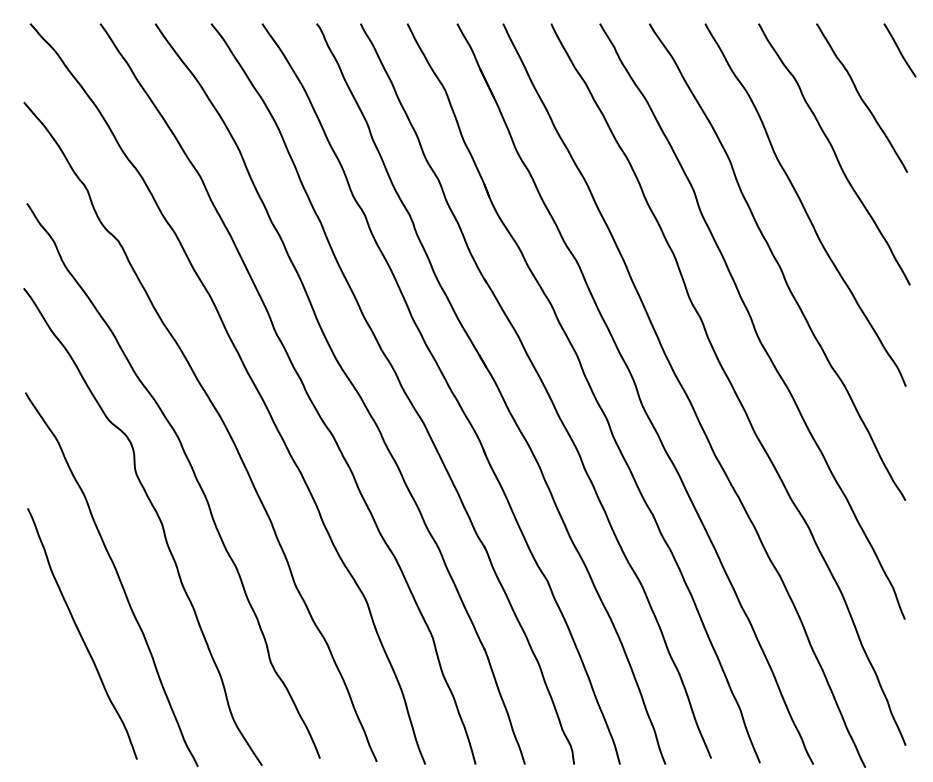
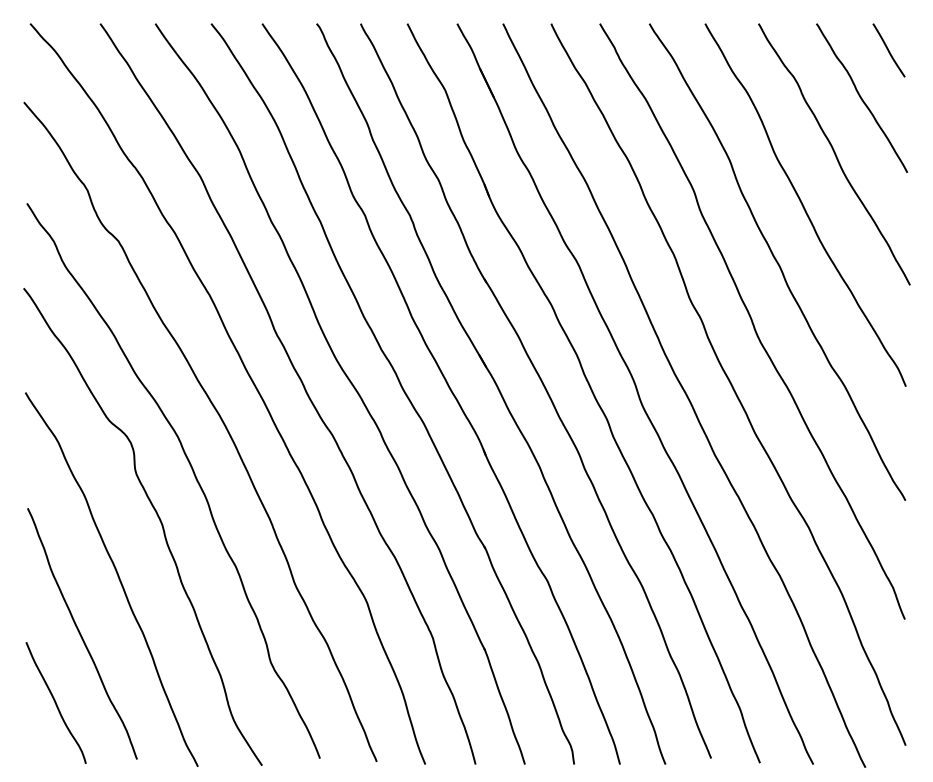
line at (899, 50) position: (899, 50) -> (888, 50)
curve at (55, 702): none -> present
